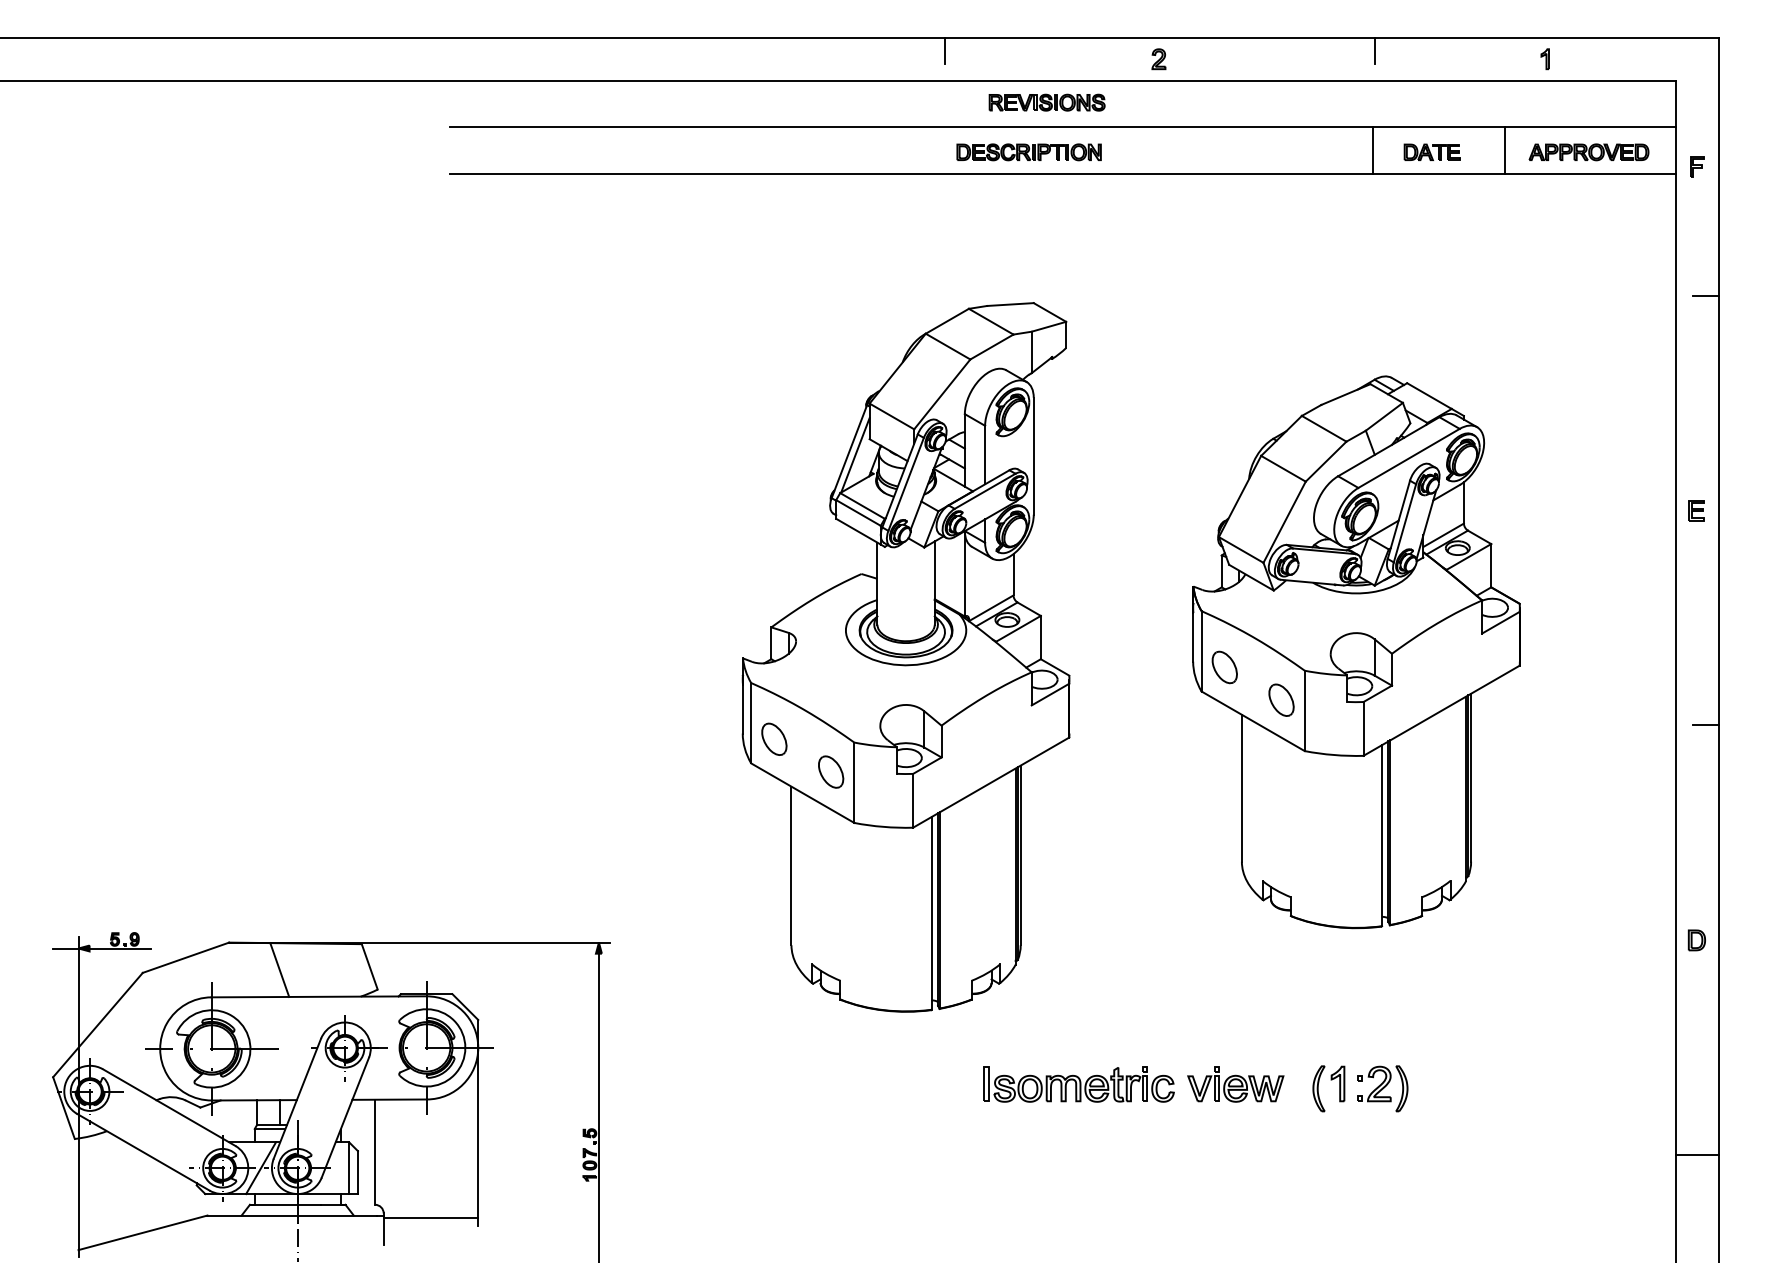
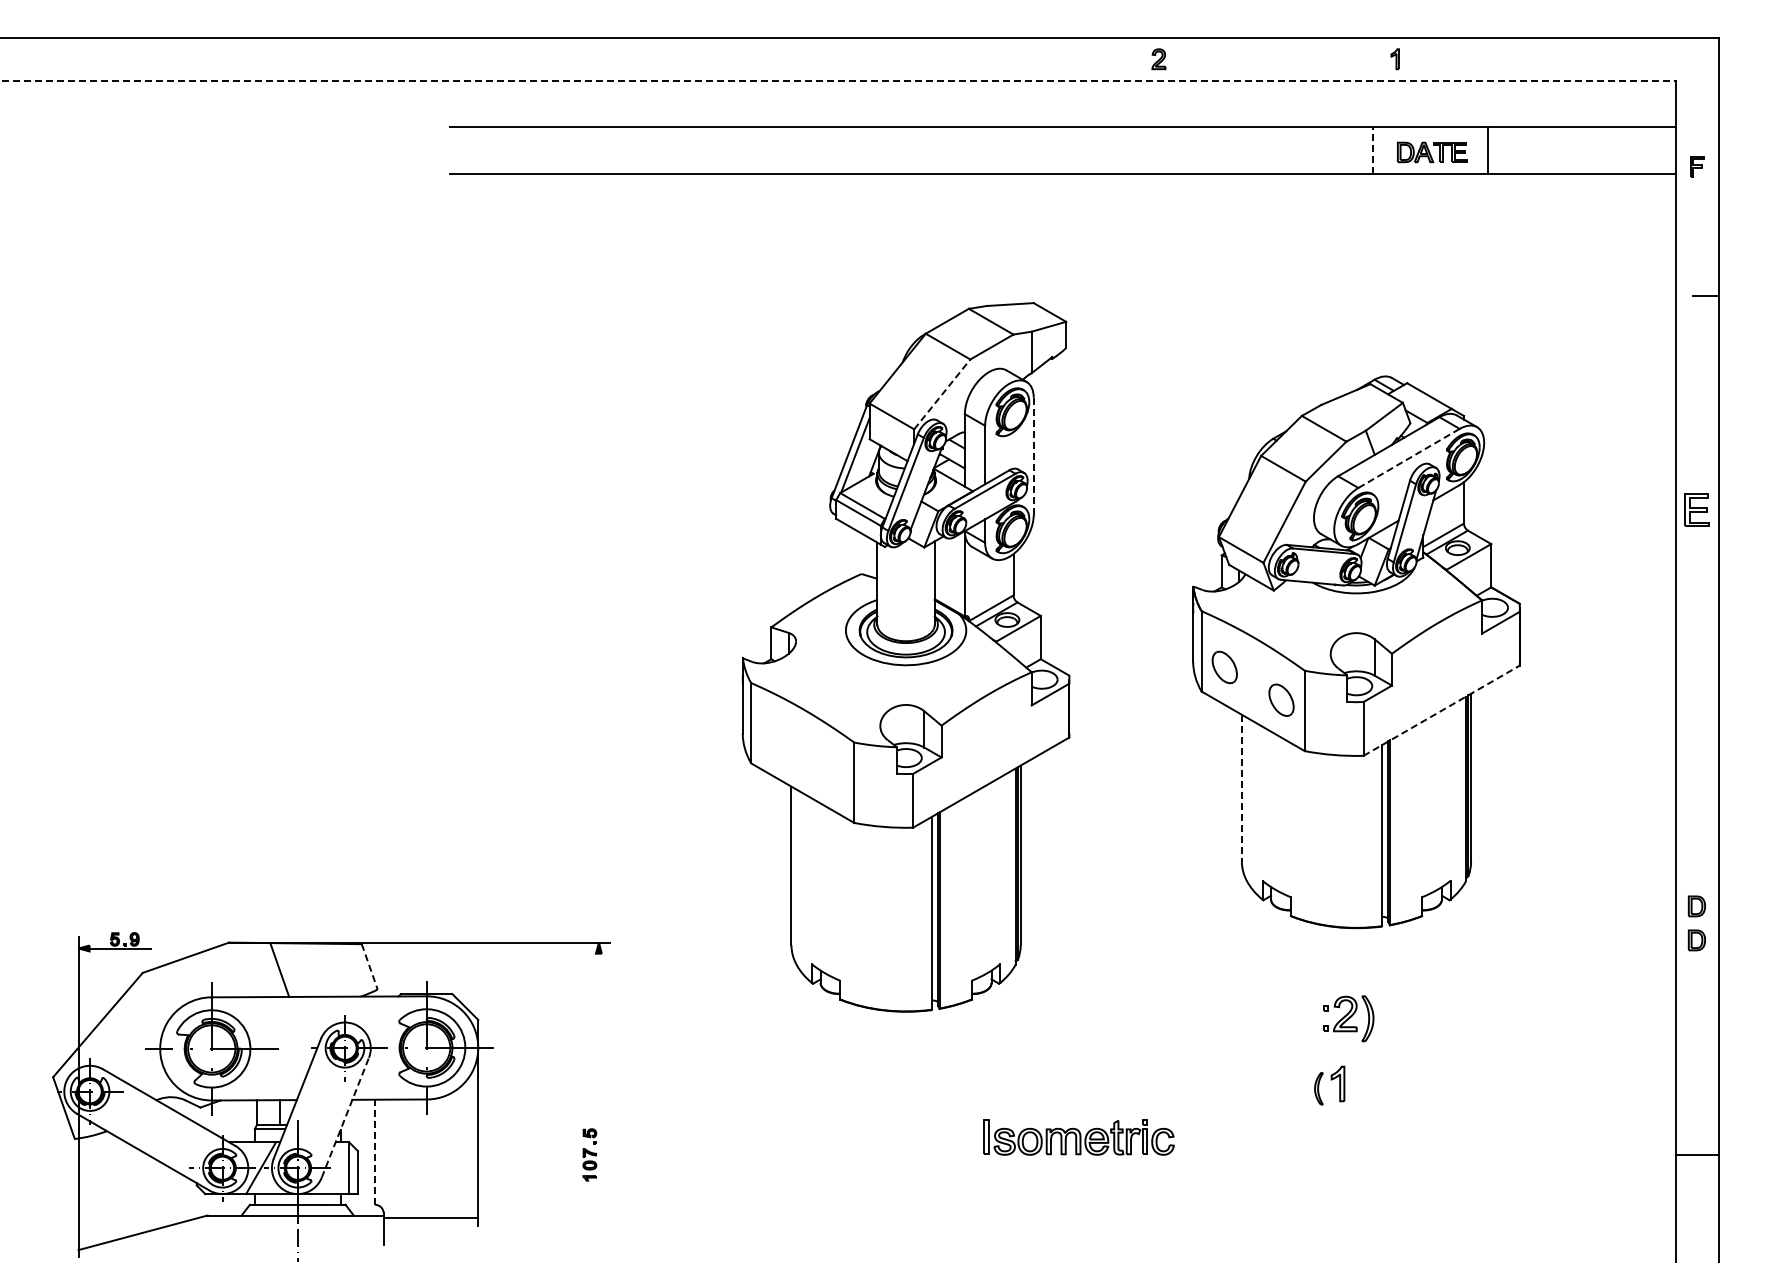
line at (945, 50): present -> none
line at (1374, 50): present -> none
part at (1544, 59) position: (1544, 59) -> (1394, 59)
line at (838, 80): solid -> dashed
part at (1046, 102): present -> none
line at (1373, 150): solid -> dashed
line at (1505, 150) position: (1505, 150) -> (1488, 150)
part at (1431, 151) size: 58x18 px -> 71x23 px
part at (1028, 152): present -> none
part at (1588, 152): present -> none
line at (942, 394): solid -> dashed
line at (1033, 456): solid -> dashed
line at (1409, 458): solid -> dashed
part at (1696, 510) size: 17x22 px -> 26x34 px
line at (1442, 710): solid -> dashed
line at (1705, 725): present -> none
part at (774, 738): present -> none
part at (831, 771): present -> none
line at (1241, 788): solid -> dashed
part at (1696, 906): none -> present
line at (65, 948): present -> none
line at (369, 967): solid -> dashed
part at (1078, 1084) position: (1078, 1084) -> (1078, 1137)
part at (1235, 1084): present -> none
part at (1318, 1088) size: 14x48 px -> 10x34 px
part at (1382, 1088) position: (1382, 1088) -> (1348, 1018)
line at (598, 1106): present -> none
line at (345, 1117): solid -> dashed
line at (375, 1152): solid -> dashed
